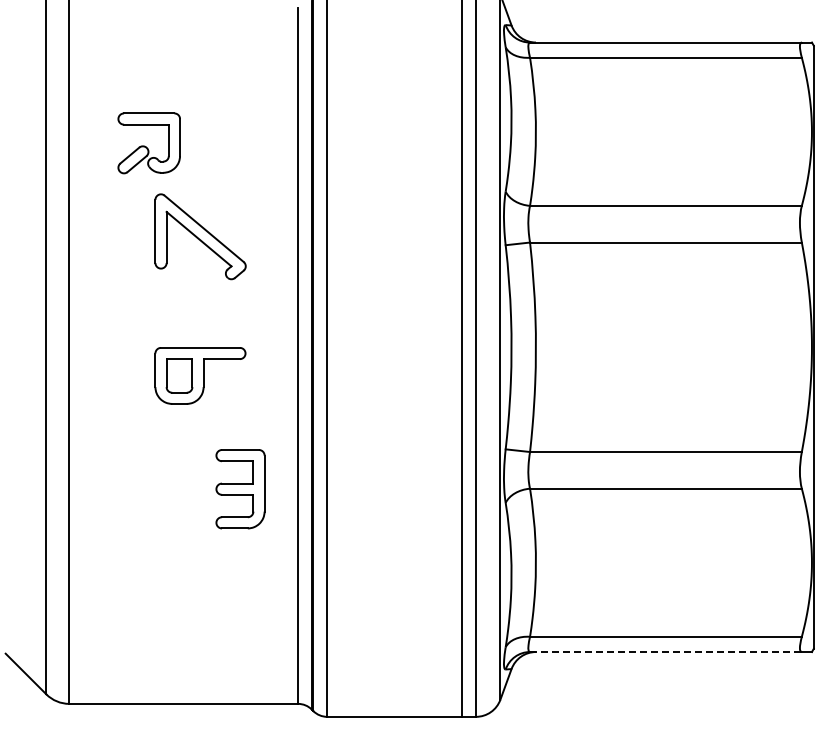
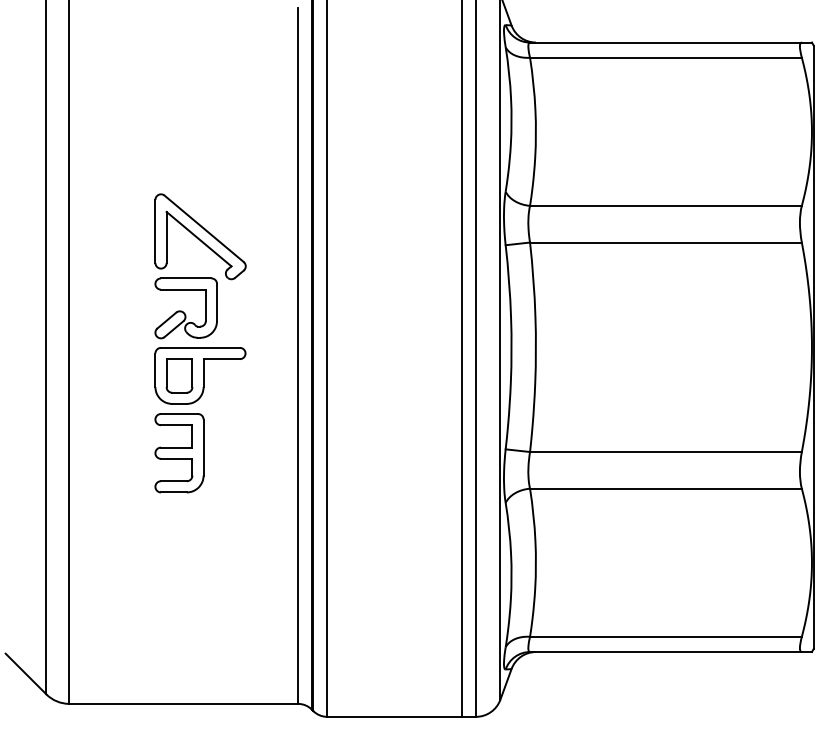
part at (148, 143) position: (148, 143) -> (185, 308)
part at (240, 489) position: (240, 489) -> (179, 453)
line at (665, 652): dashed -> solid
